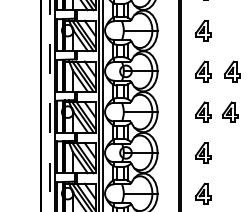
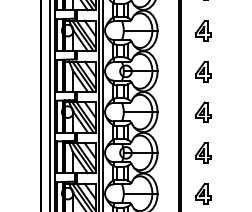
part at (231, 71): present -> none
line at (49, 105): dashed -> solid
part at (230, 111): present -> none
